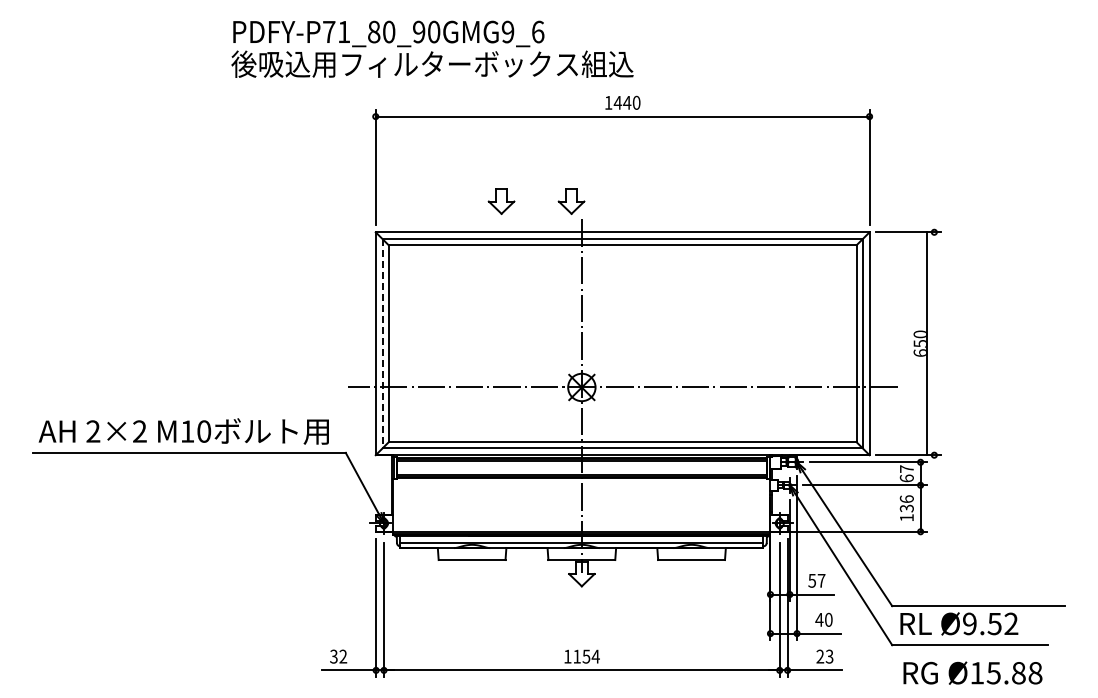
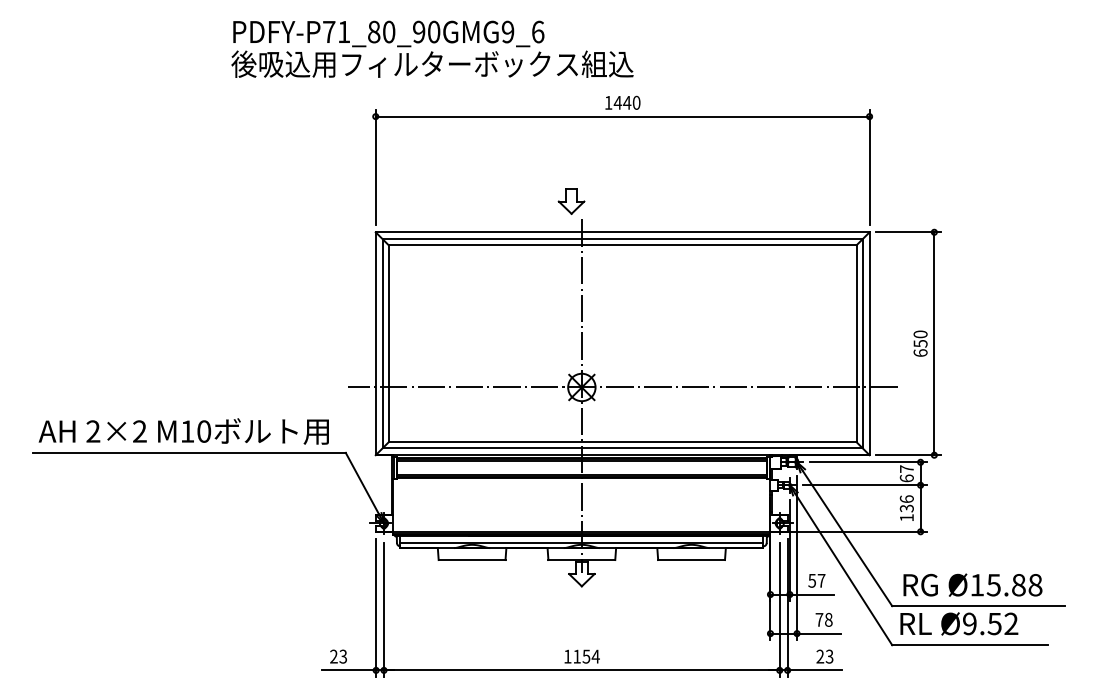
part at (501, 201): present -> none
line at (927, 343) position: (927, 343) -> (934, 343)
line at (382, 344): dashed -> solid
text at (823, 619): 40 -> 78
text at (338, 656): 32 -> 23
text at (972, 672) position: (972, 672) -> (972, 584)
